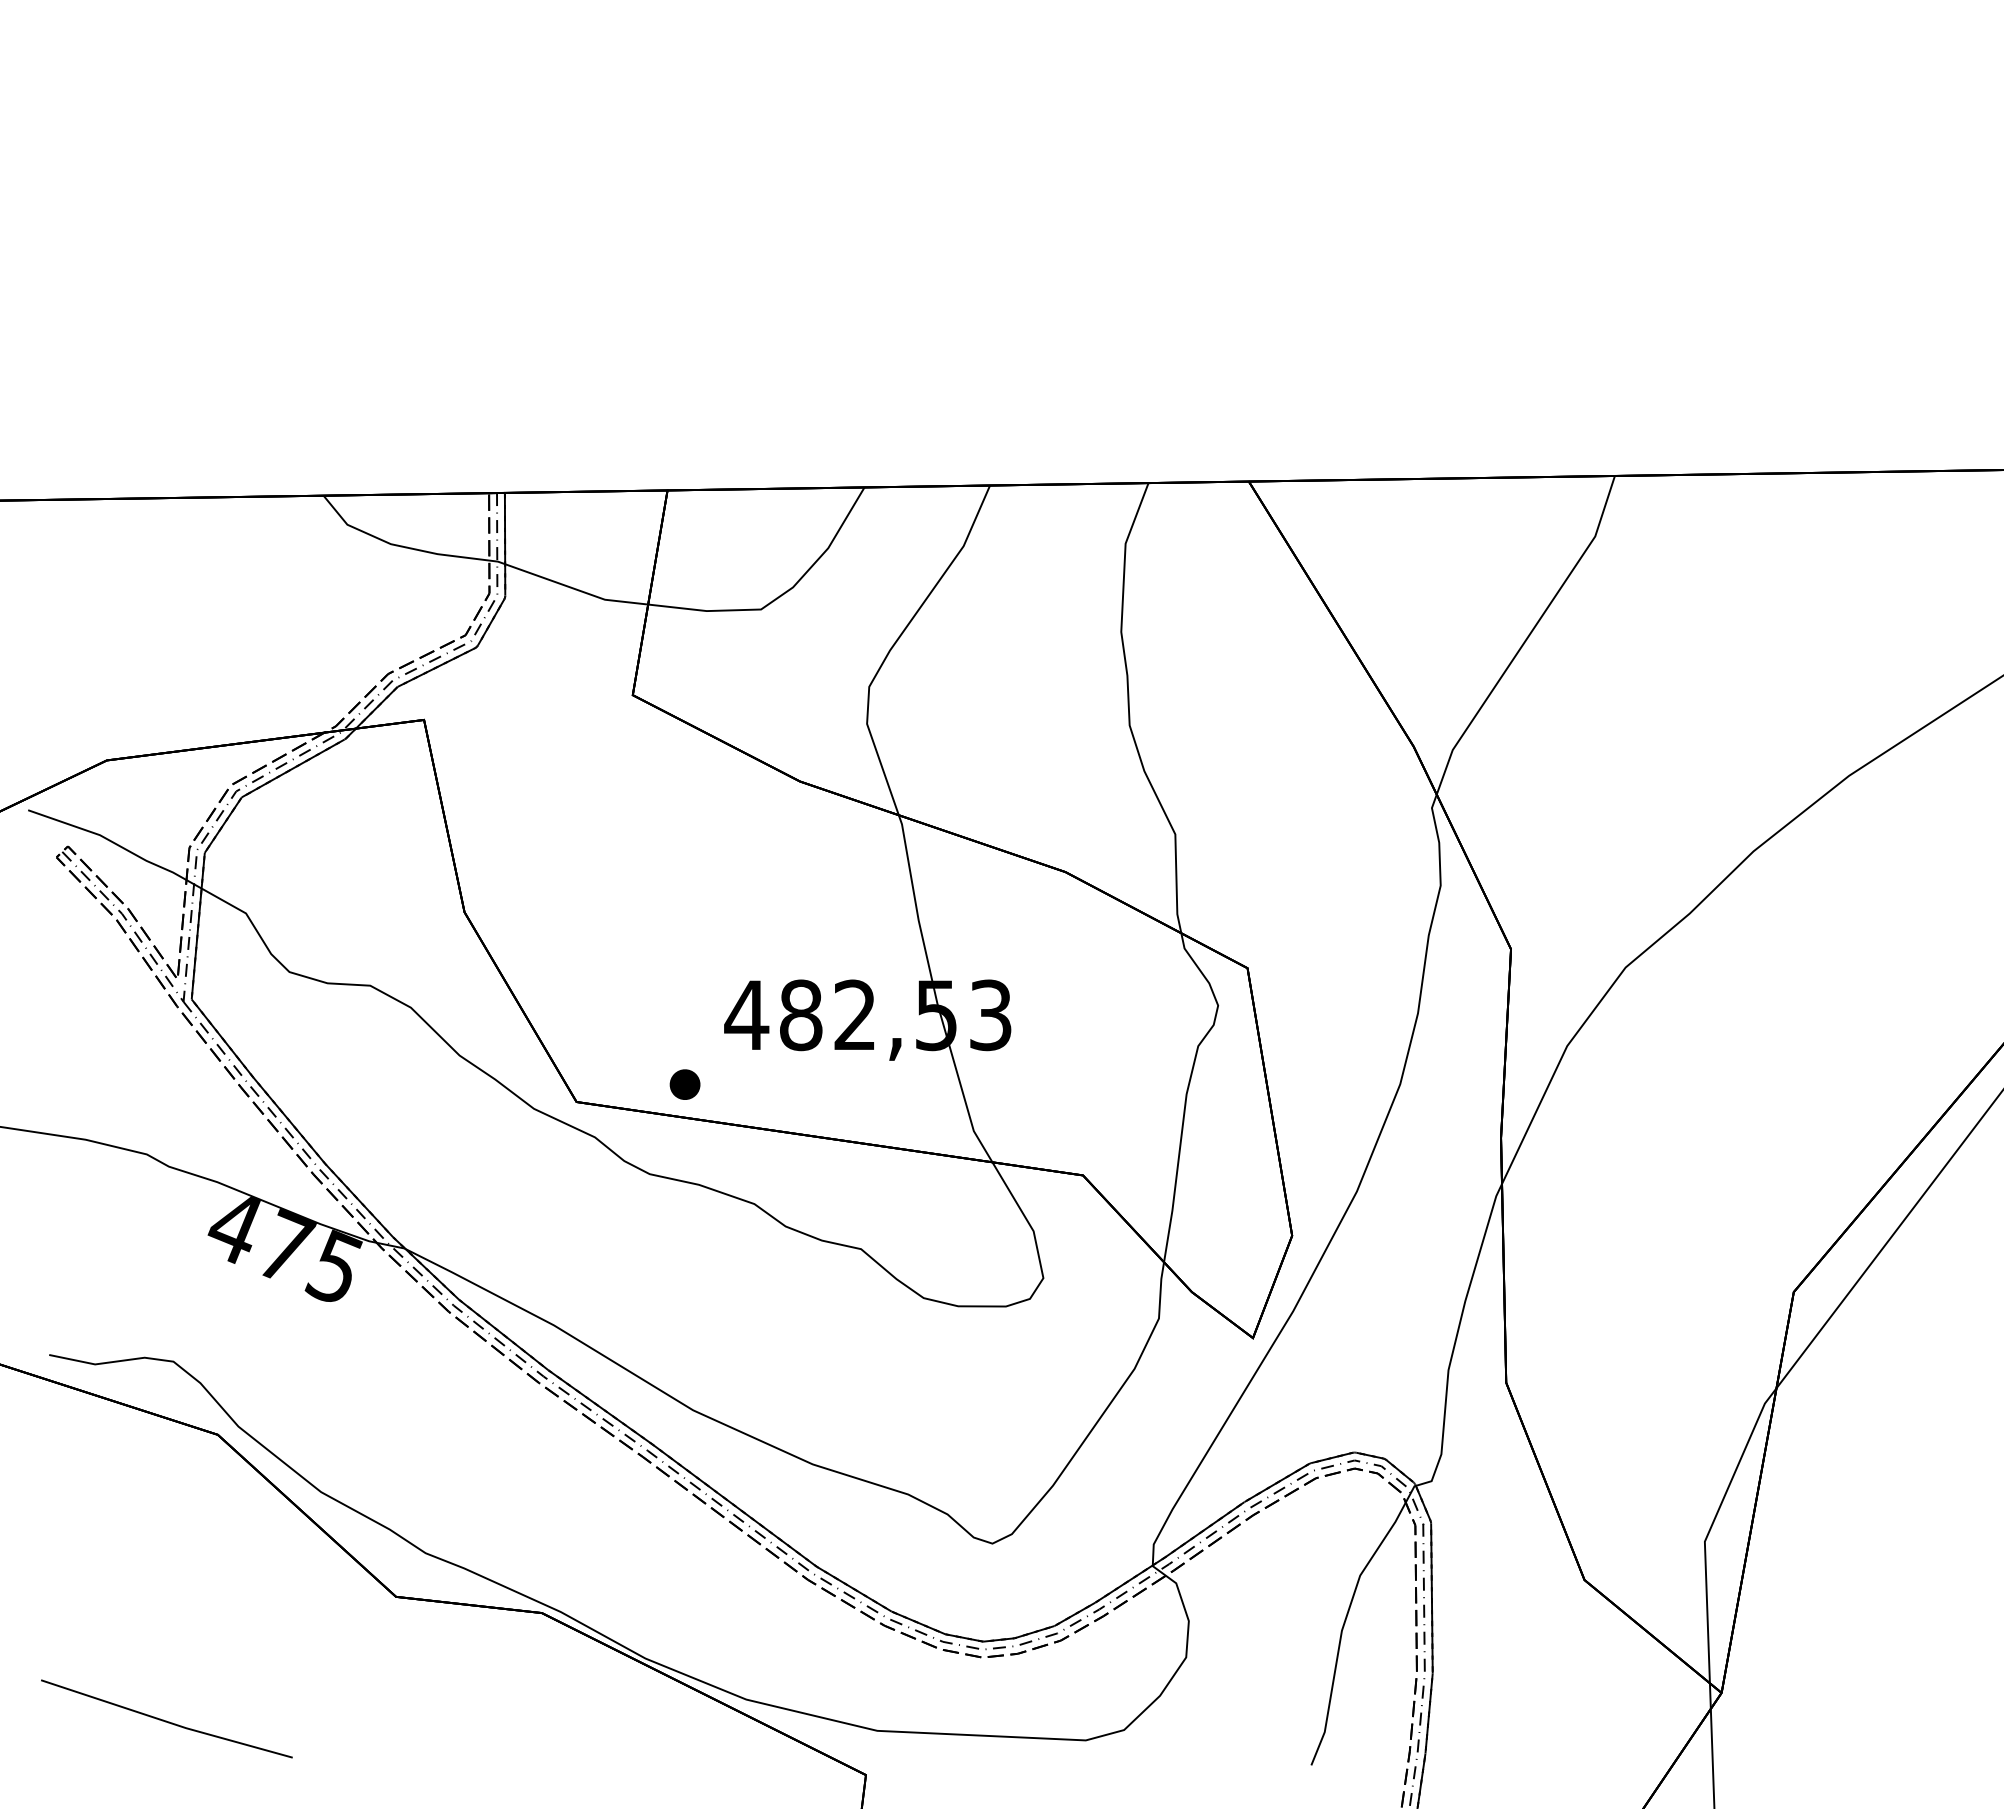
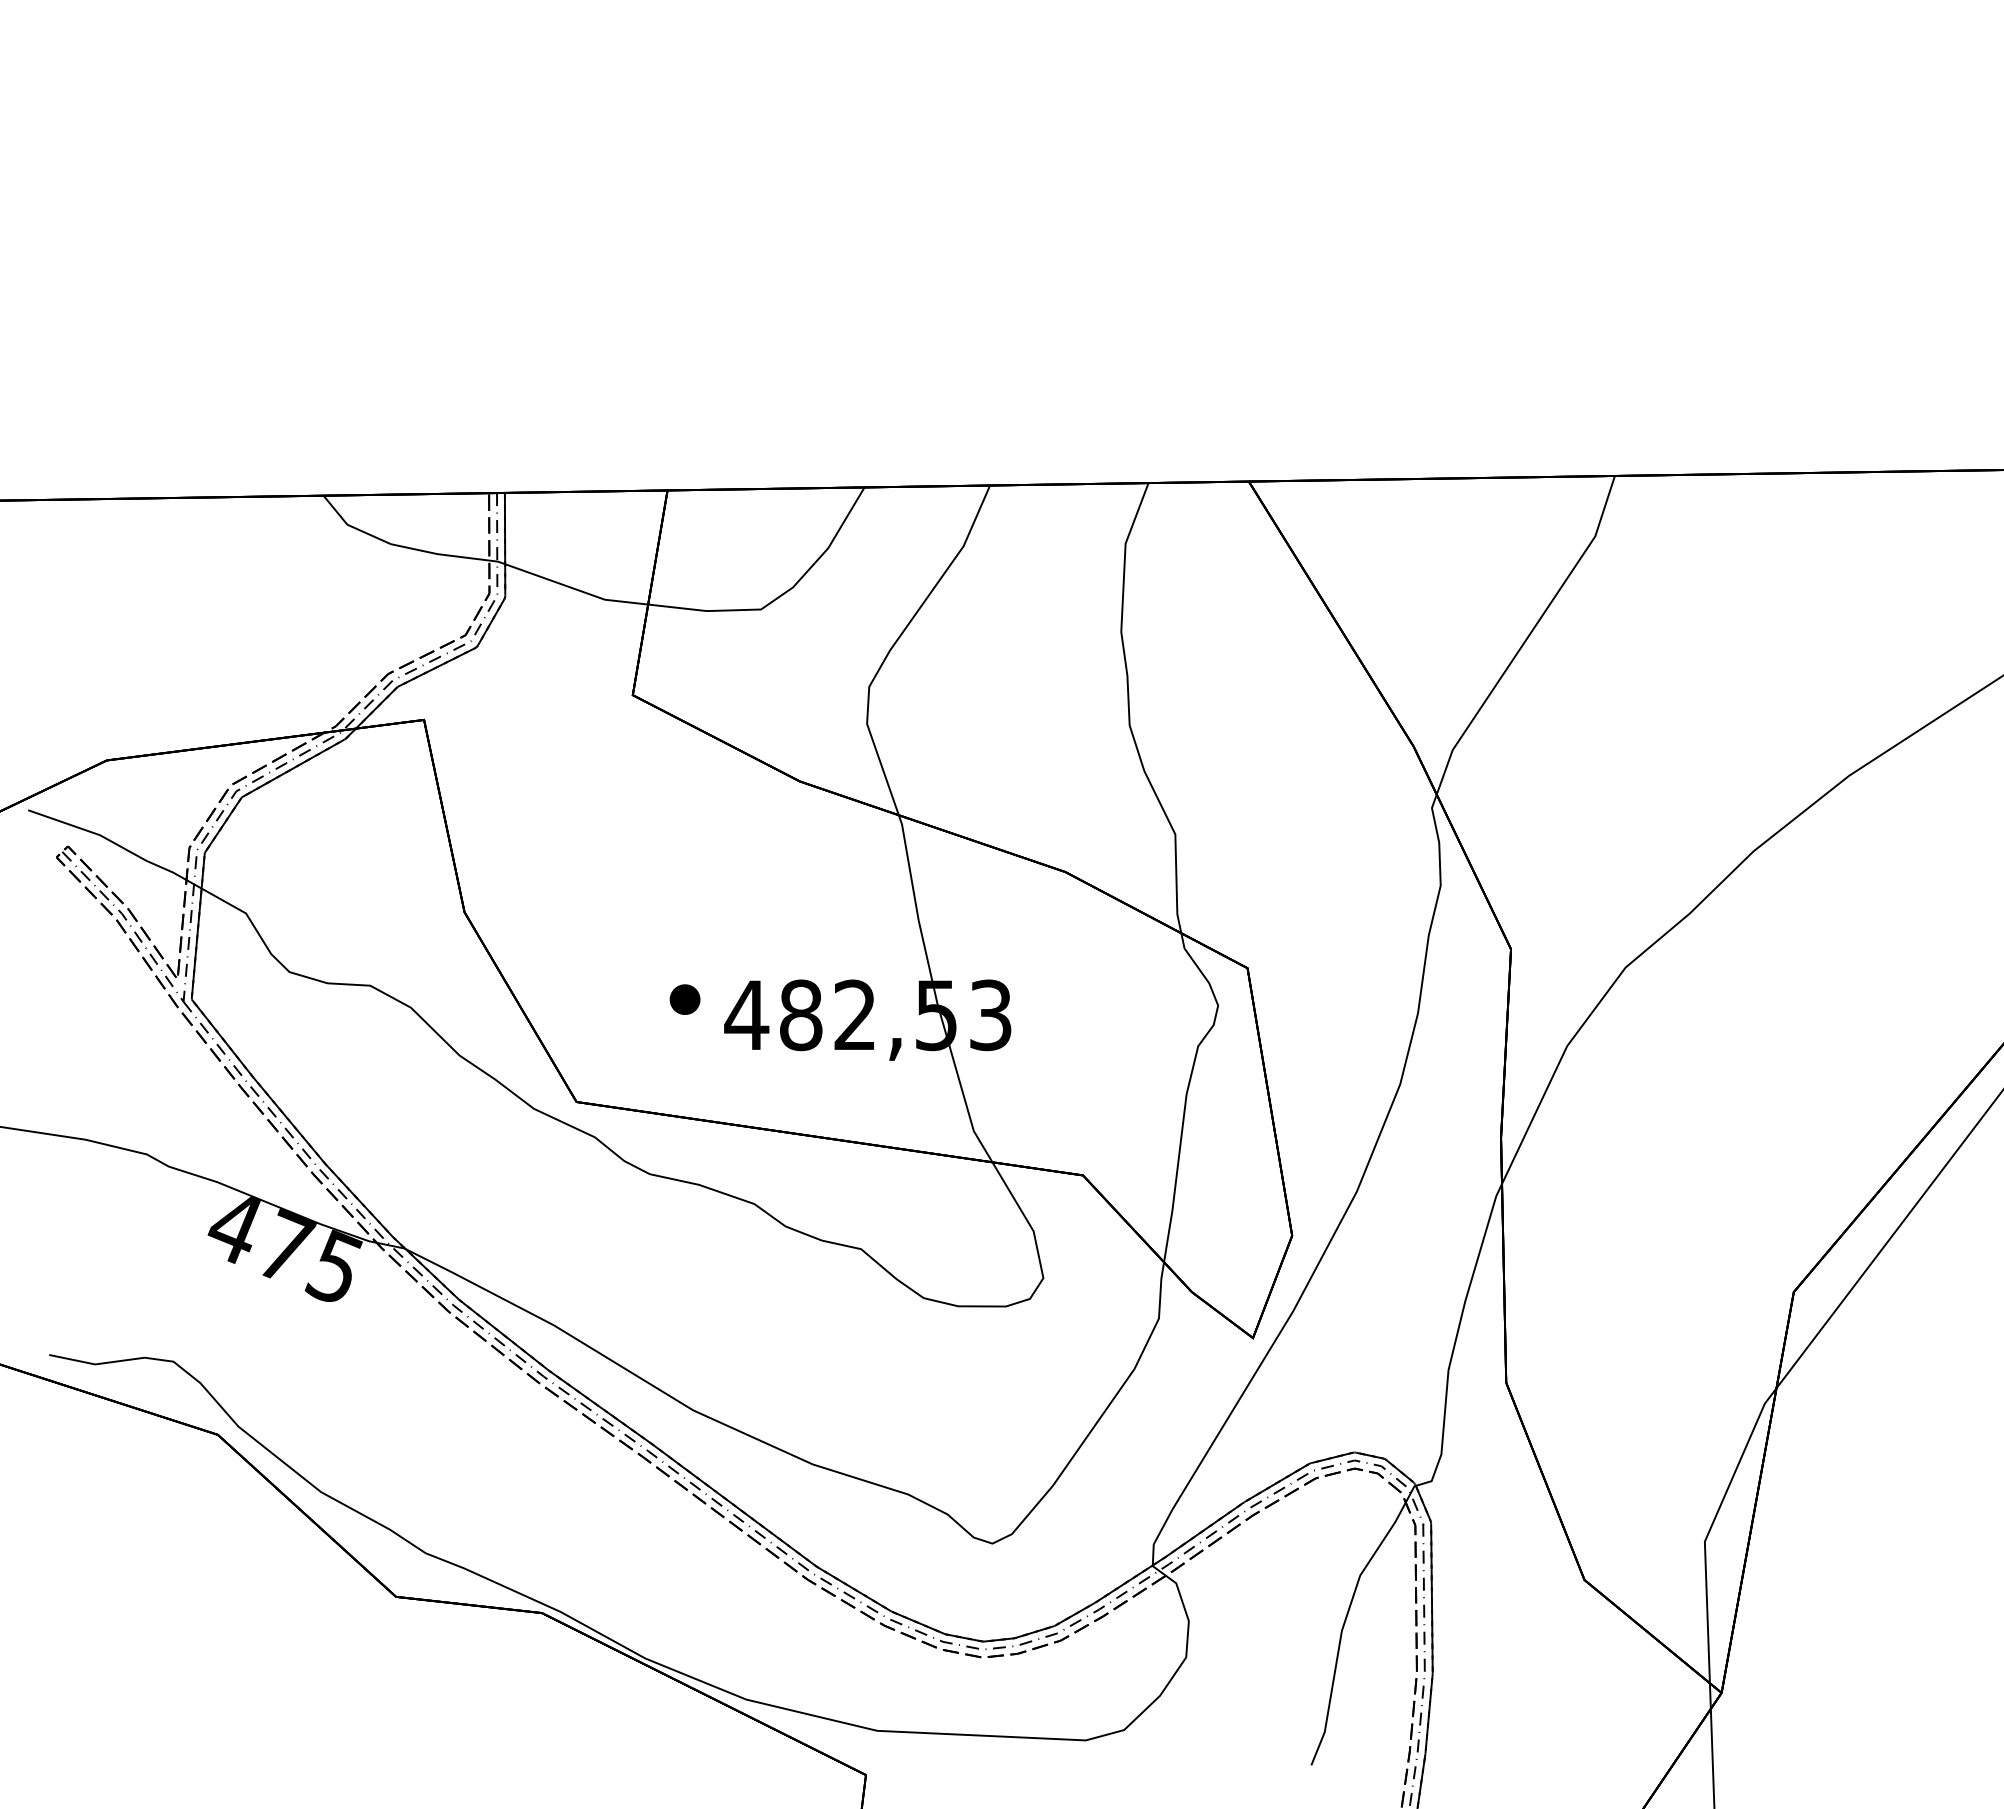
part at (684, 1084) position: (684, 1084) -> (684, 999)
line at (166, 1720): present -> none
